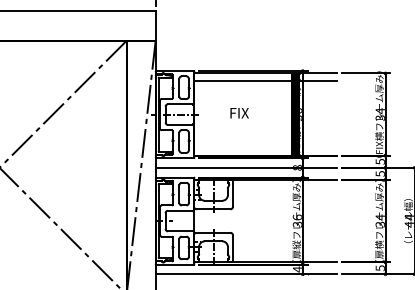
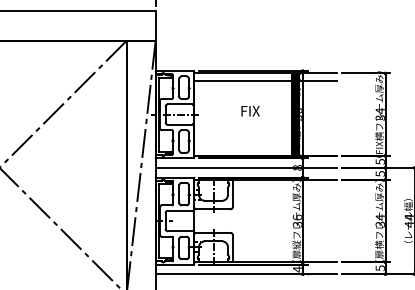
text at (239, 113) position: (239, 113) -> (250, 111)
